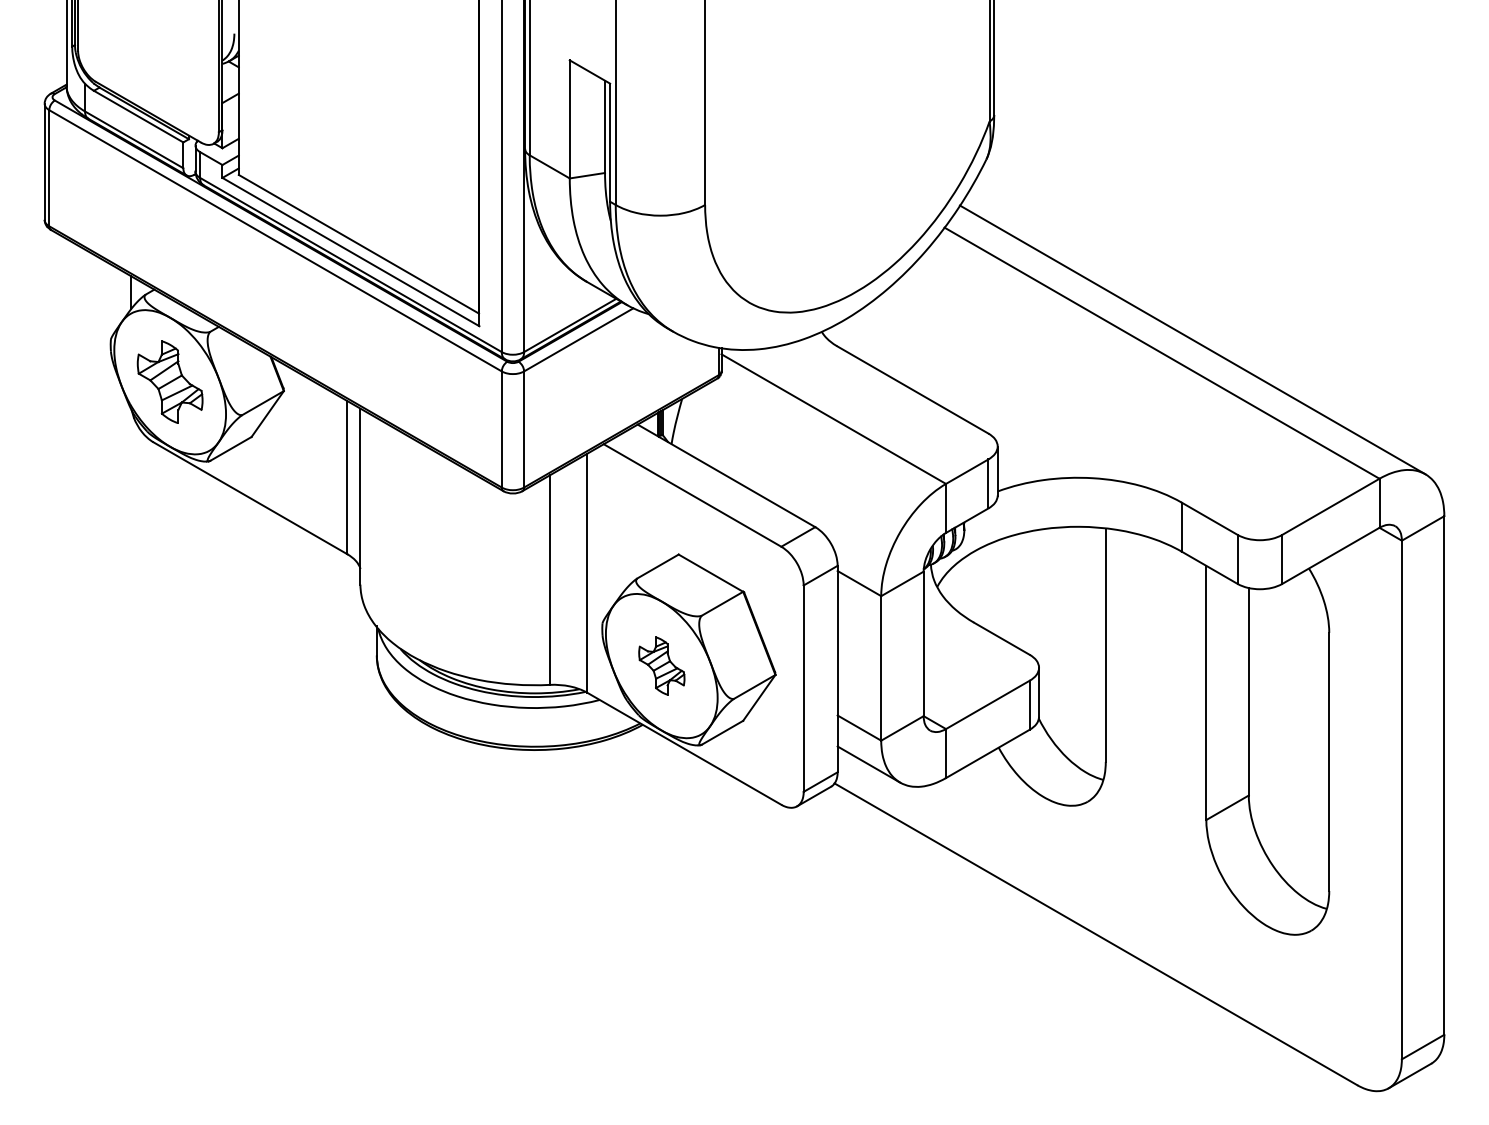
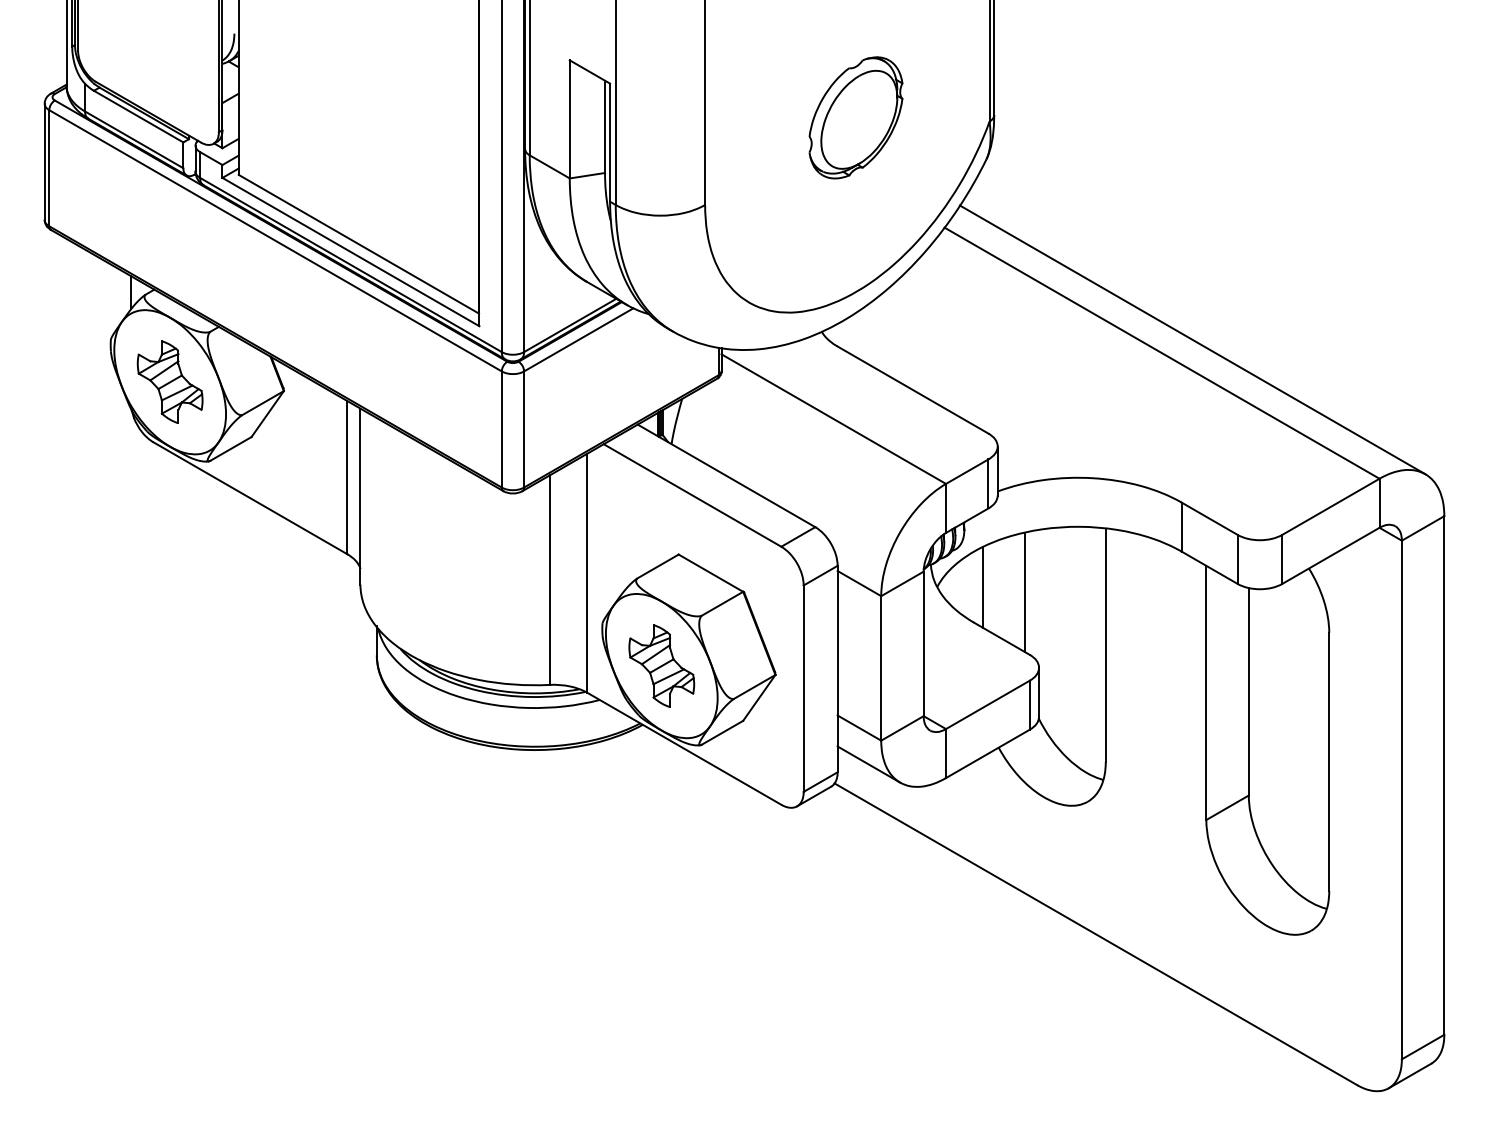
part at (855, 117): none -> present
line at (982, 587): none -> present
line at (1025, 592): none -> present
part at (661, 665) size: 48x60 px -> 68x84 px
